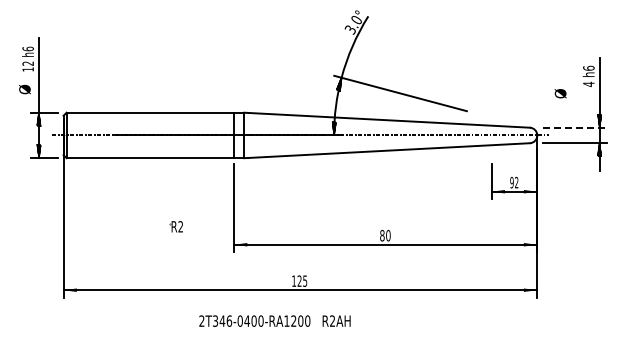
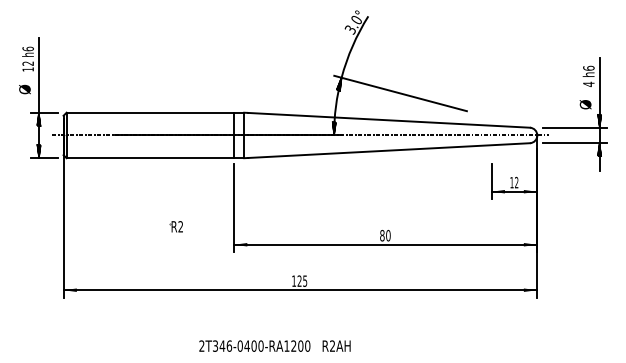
text at (560, 93) position: (560, 93) -> (585, 104)
line at (575, 127): dashed -> solid
text at (511, 182): 92 -> 12
text at (274, 320) position: (274, 320) -> (274, 345)
